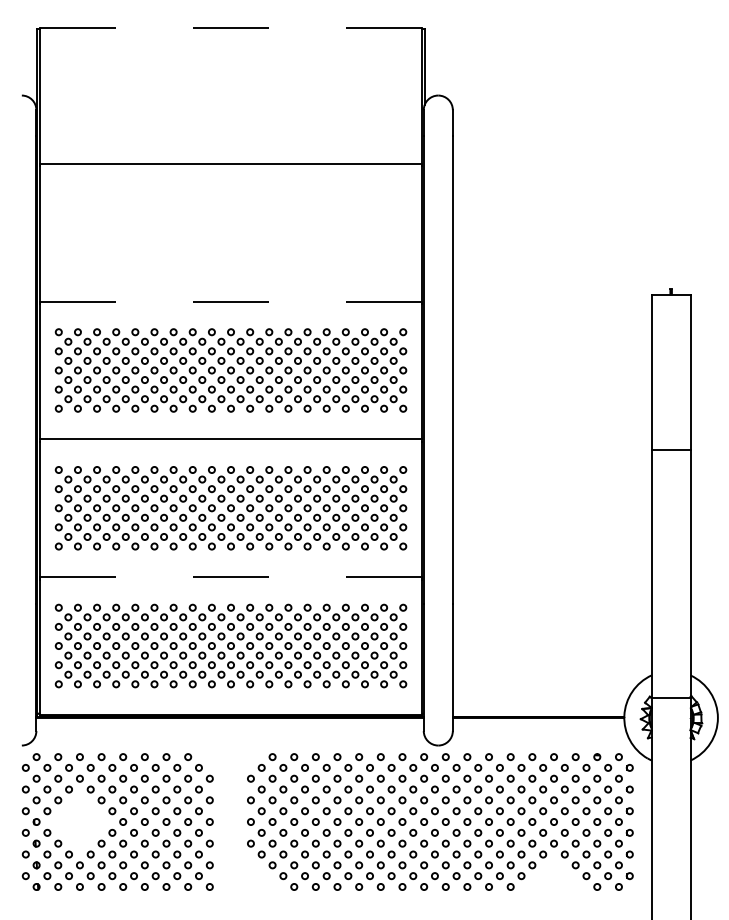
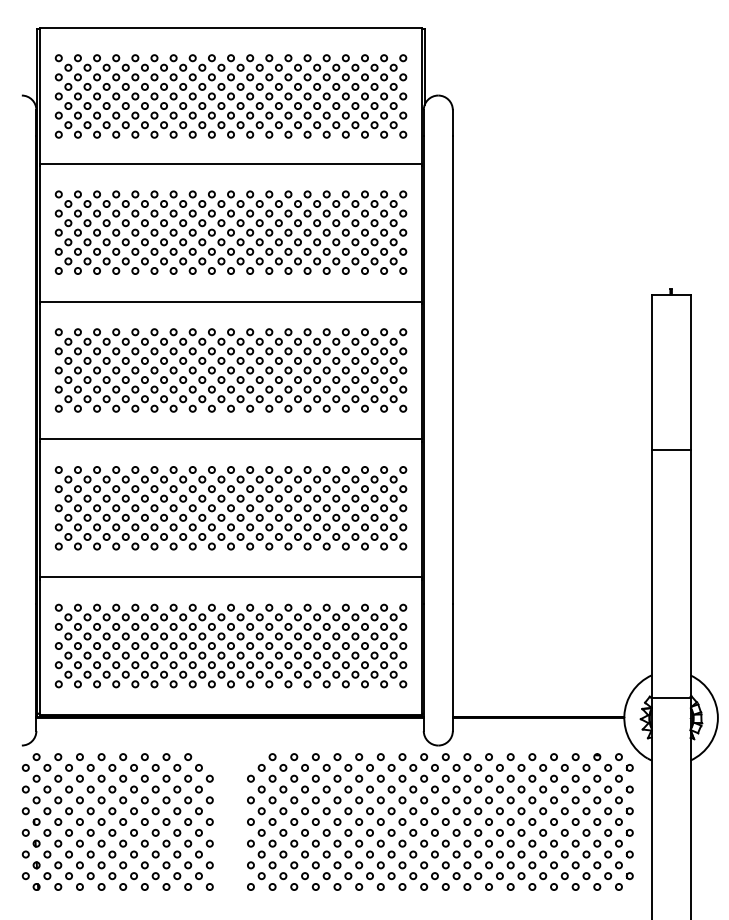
line at (231, 27): dashed -> solid
part at (230, 96): none -> present
part at (230, 232): none -> present
line at (231, 301): dashed -> solid
line at (231, 577): dashed -> solid
part at (79, 821): none -> present
part at (261, 875): none -> present
part at (553, 875): none -> present
